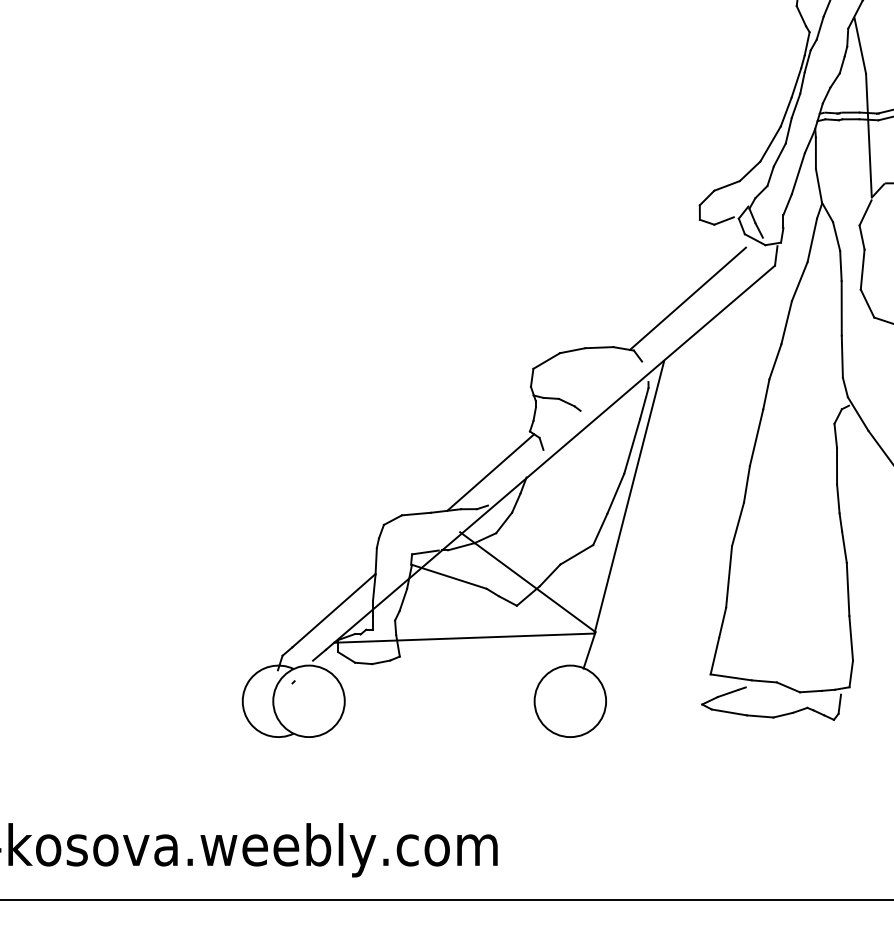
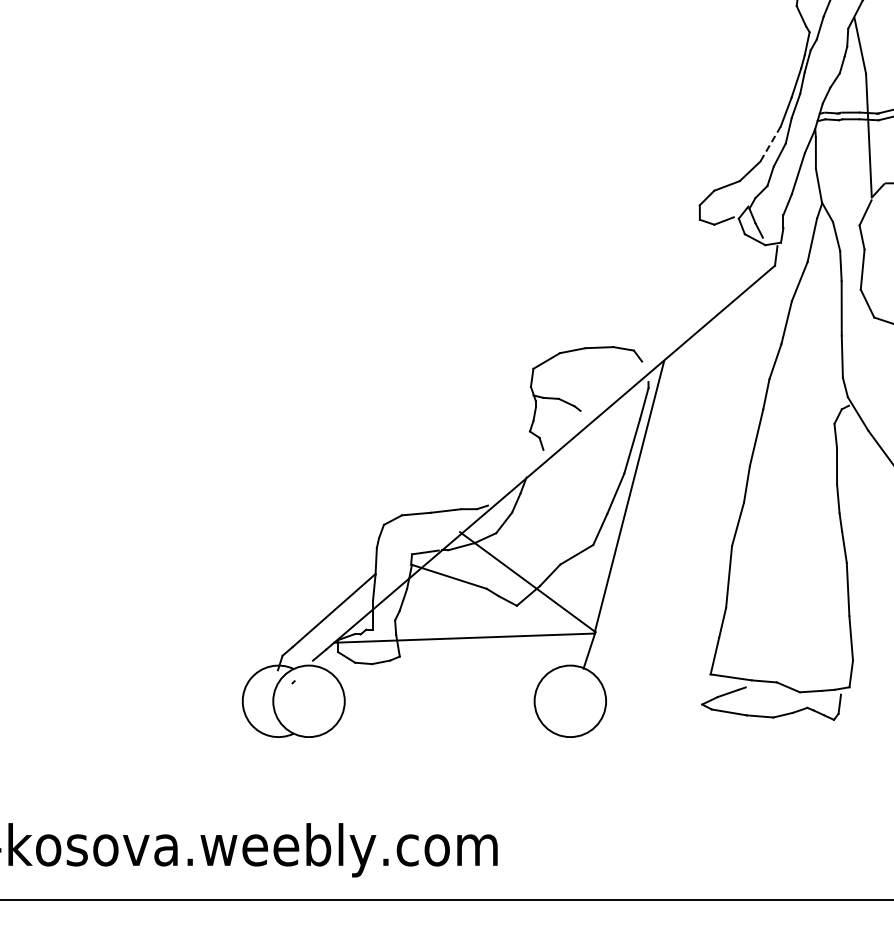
line at (770, 144): solid -> dashed
line at (687, 298): present -> none
line at (490, 472): present -> none
